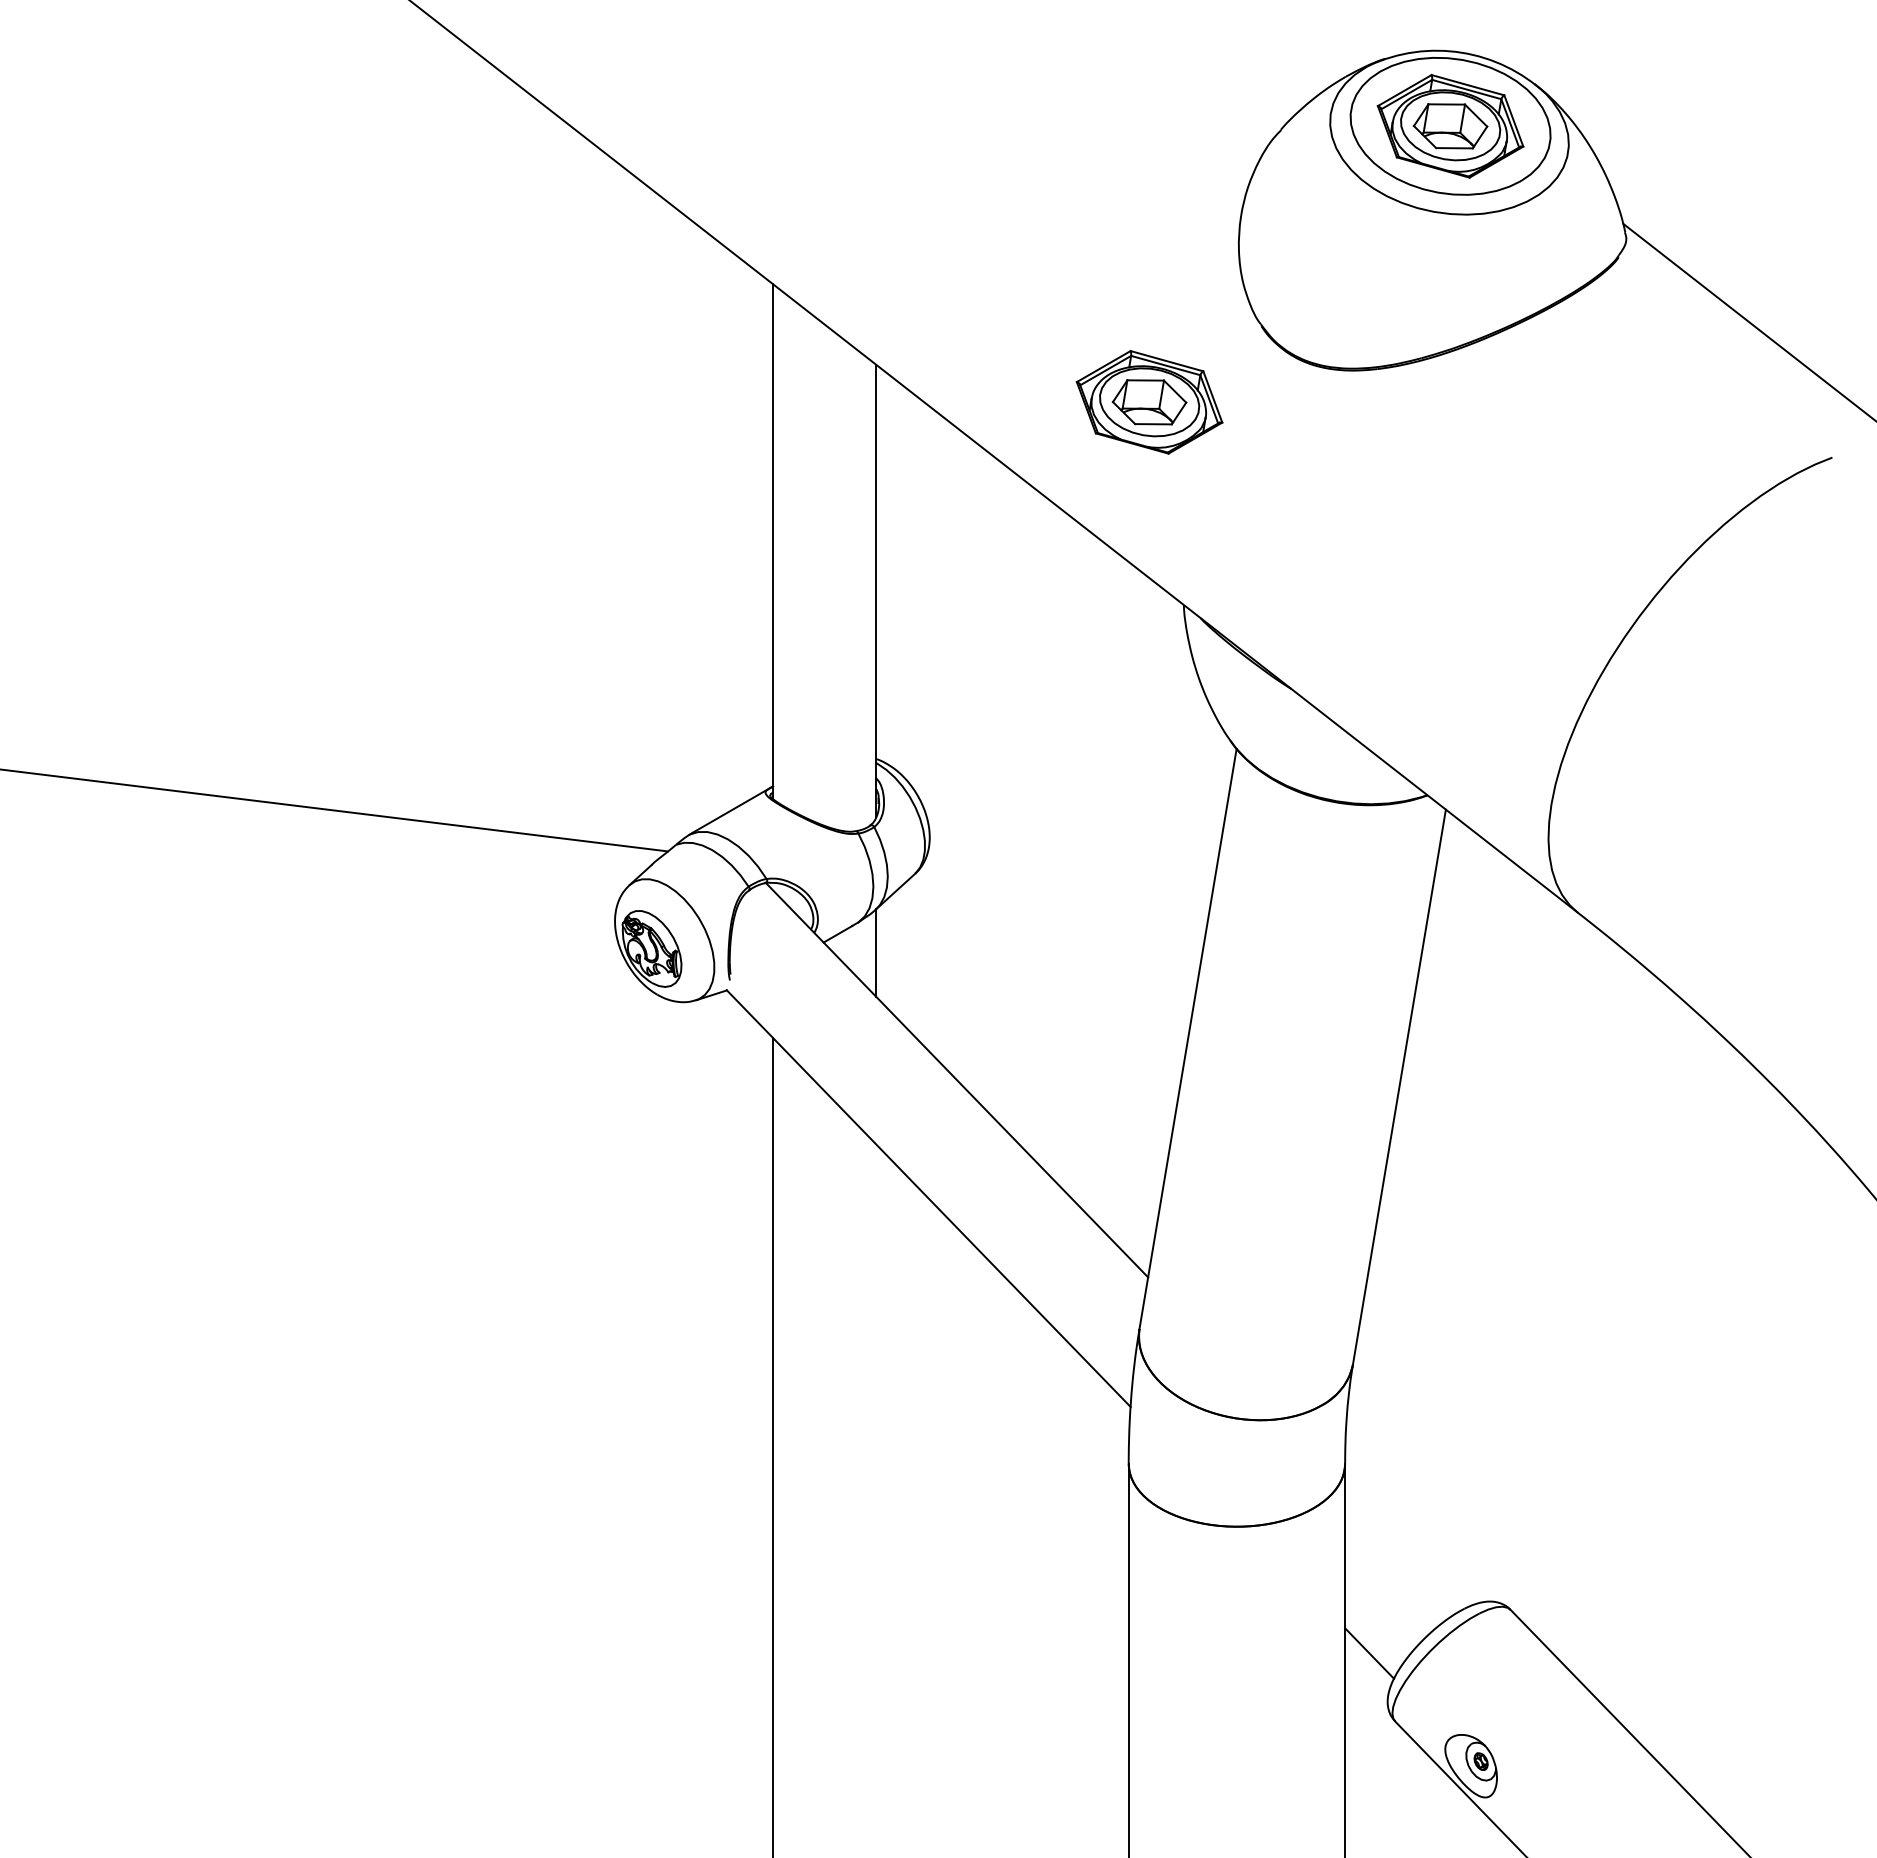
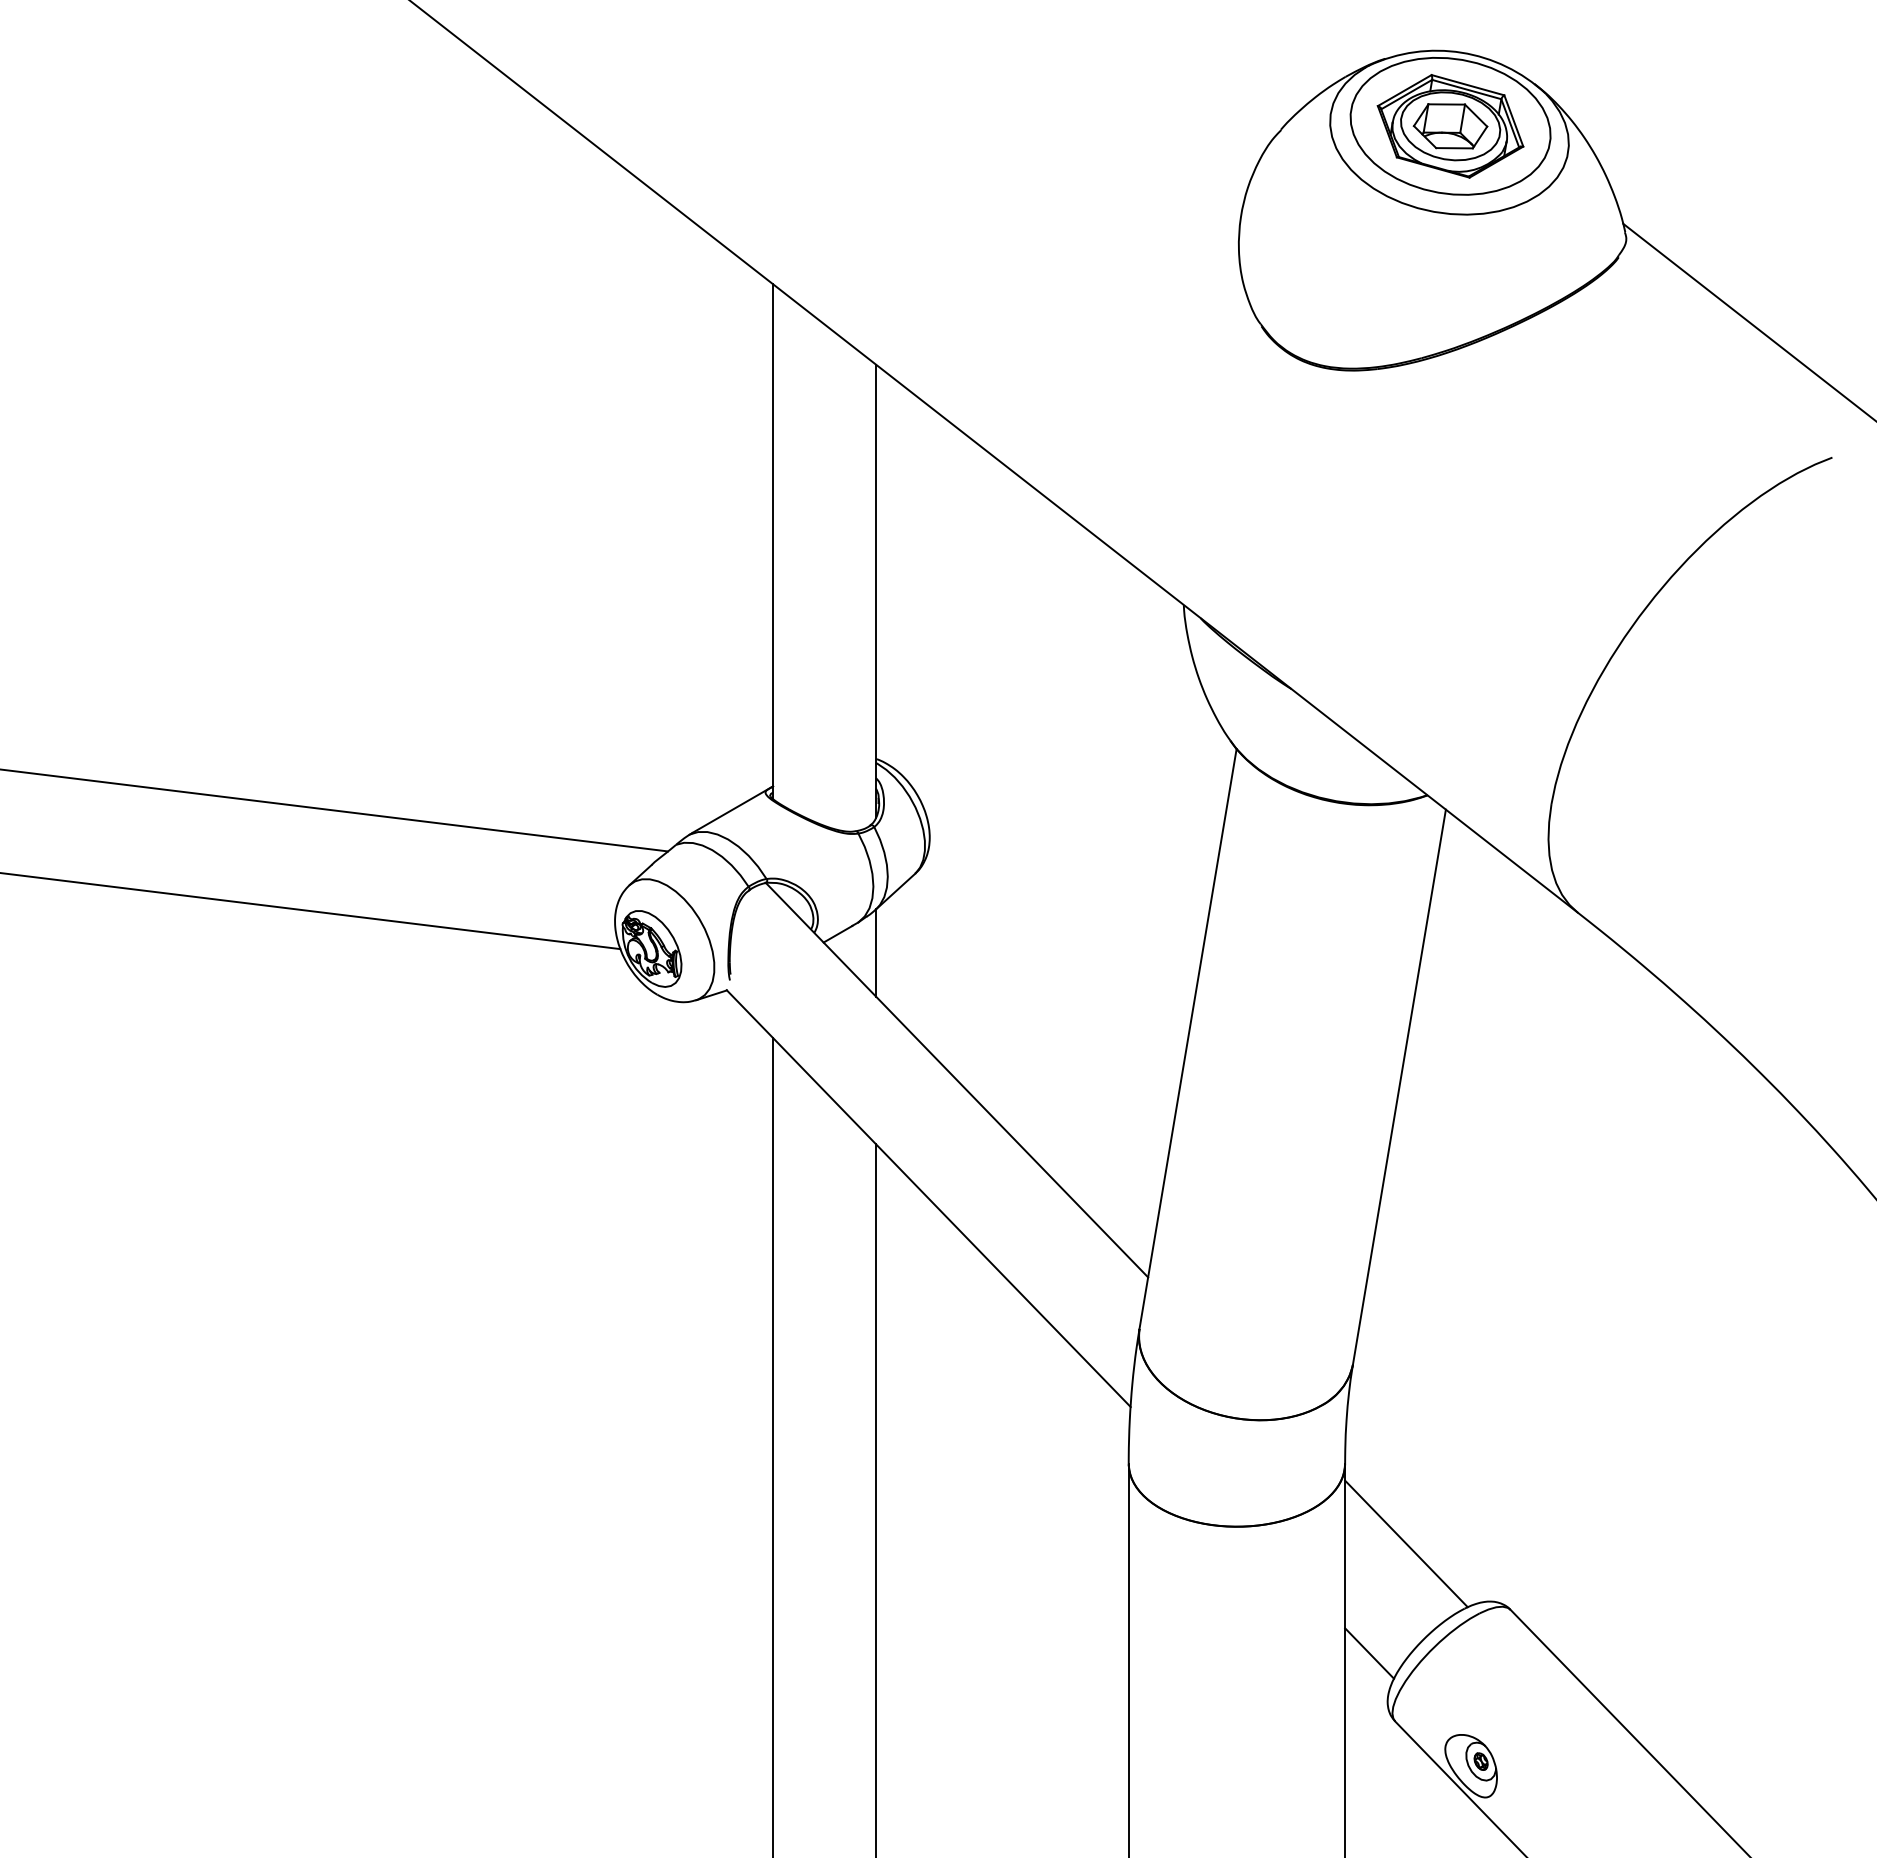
part at (1149, 402): present -> none
line at (311, 911): none -> present
line at (875, 1499): none -> present
line at (1406, 1543): none -> present
